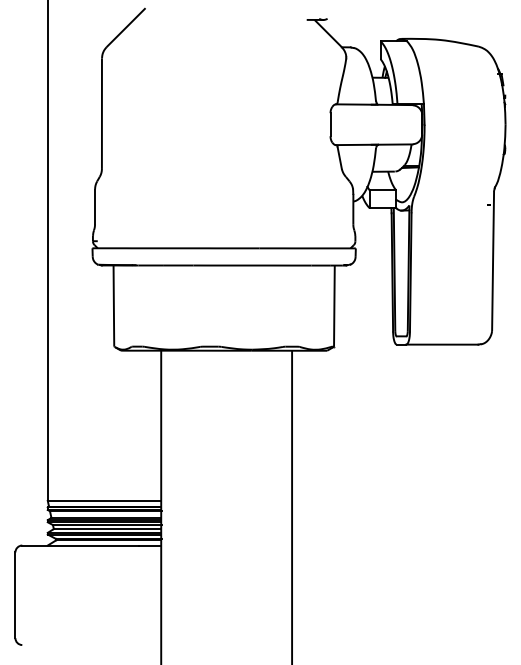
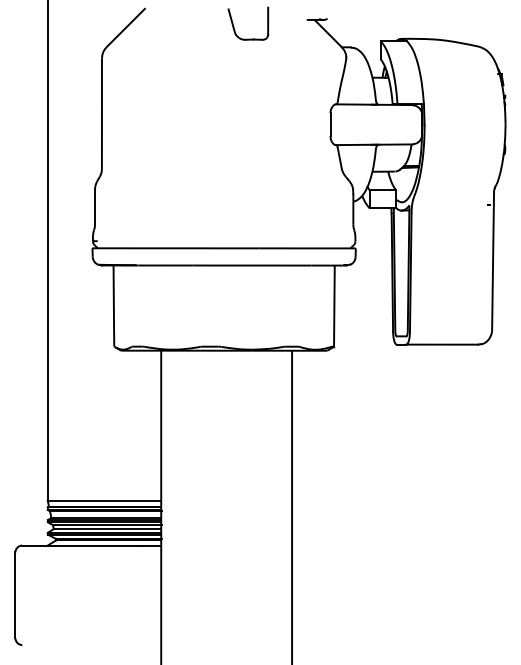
part at (234, 26): none -> present
